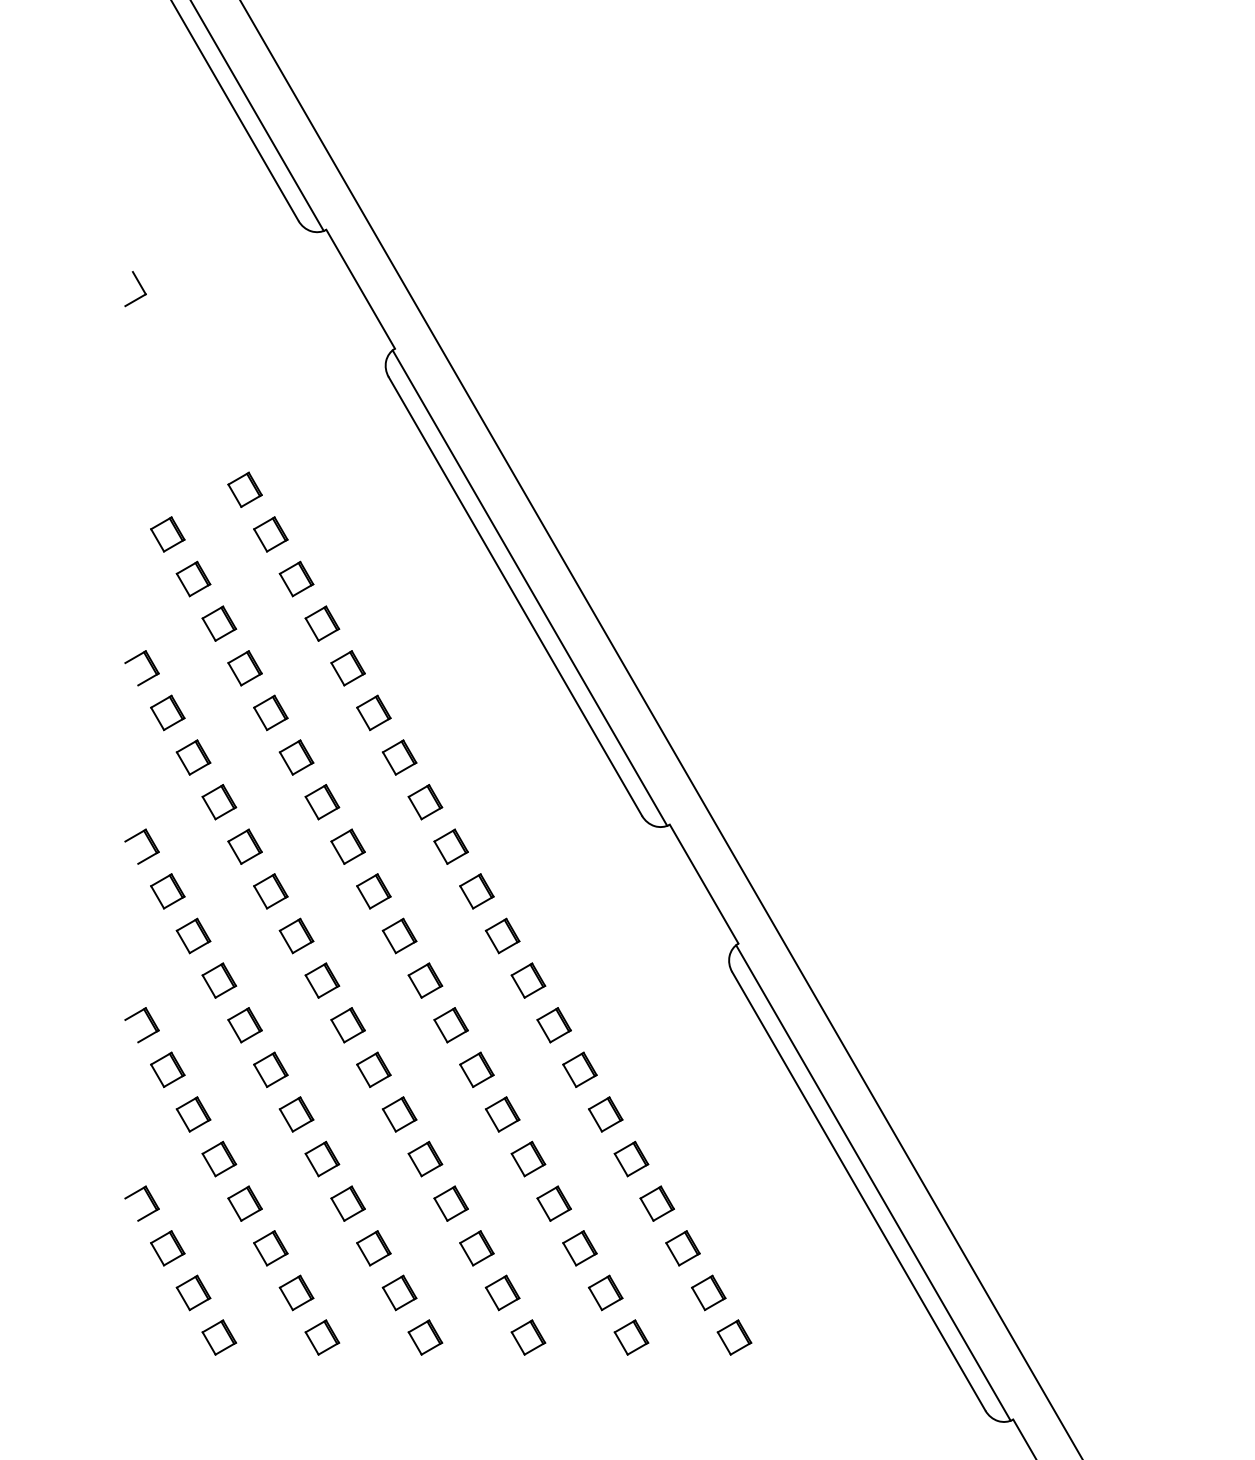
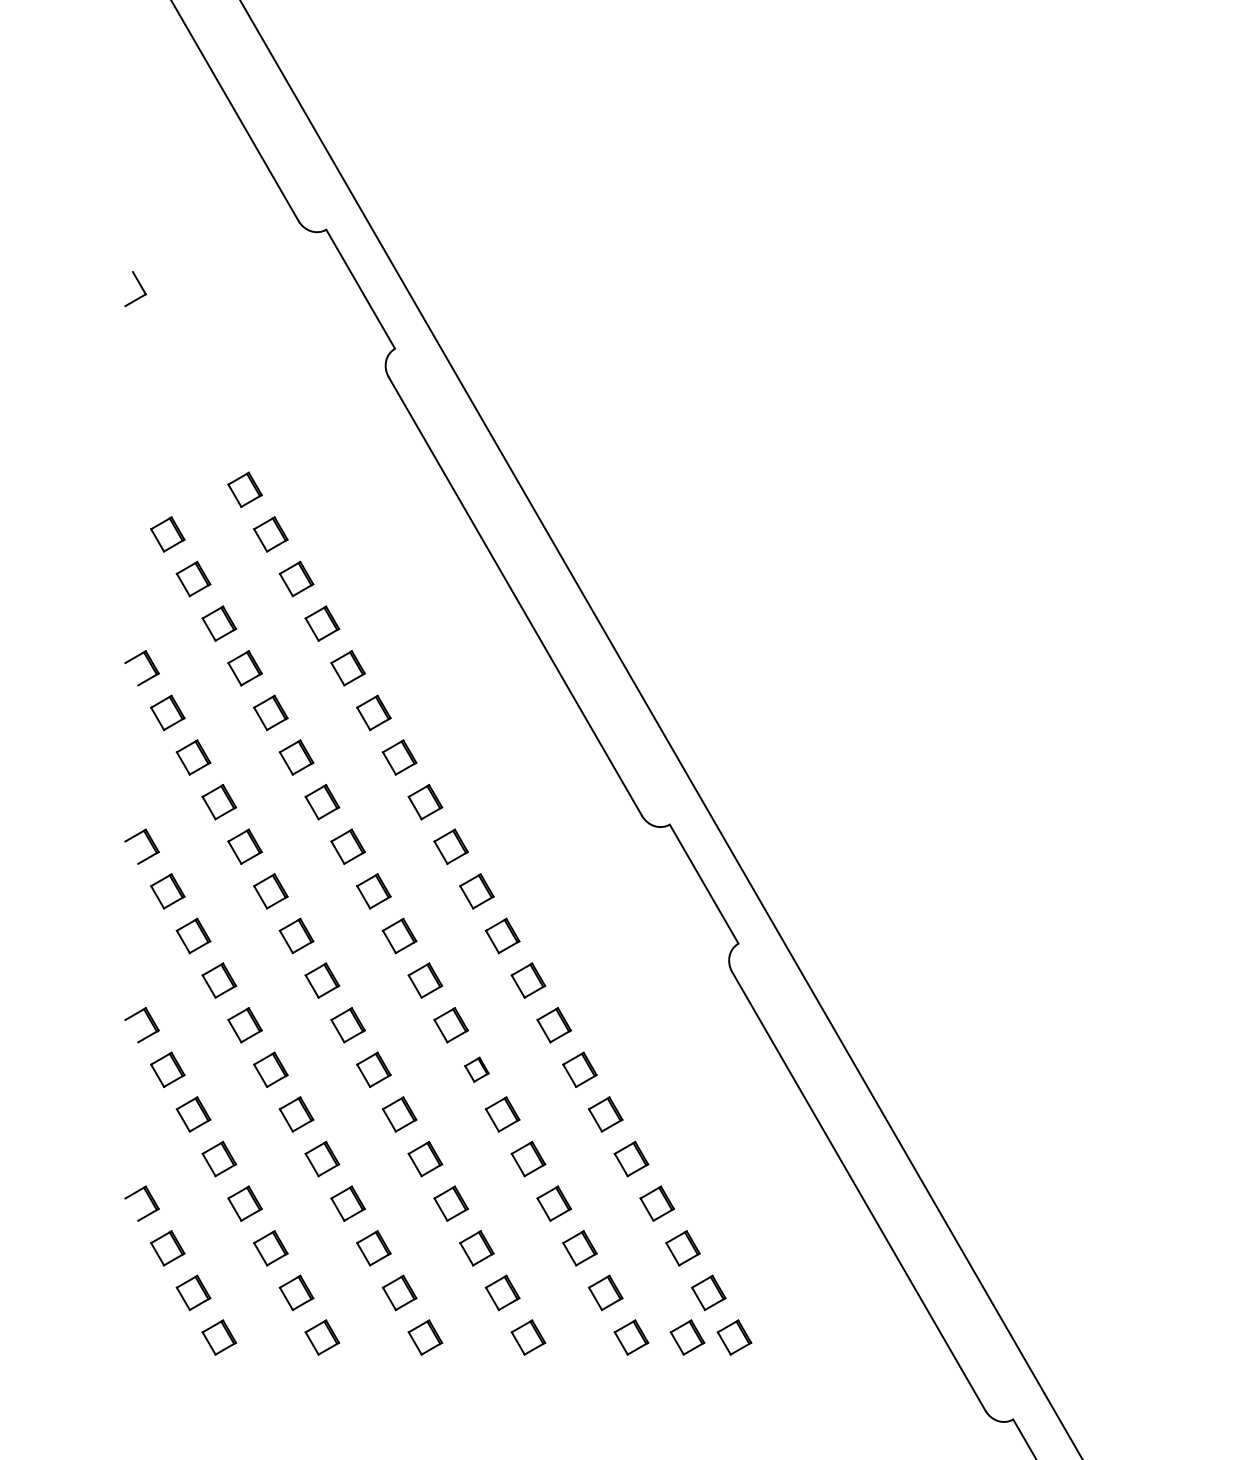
line at (257, 116): present -> none
line at (529, 587): present -> none
part at (476, 1069) size: 36x37 px -> 26x27 px
line at (873, 1182): present -> none
part at (687, 1337): none -> present
